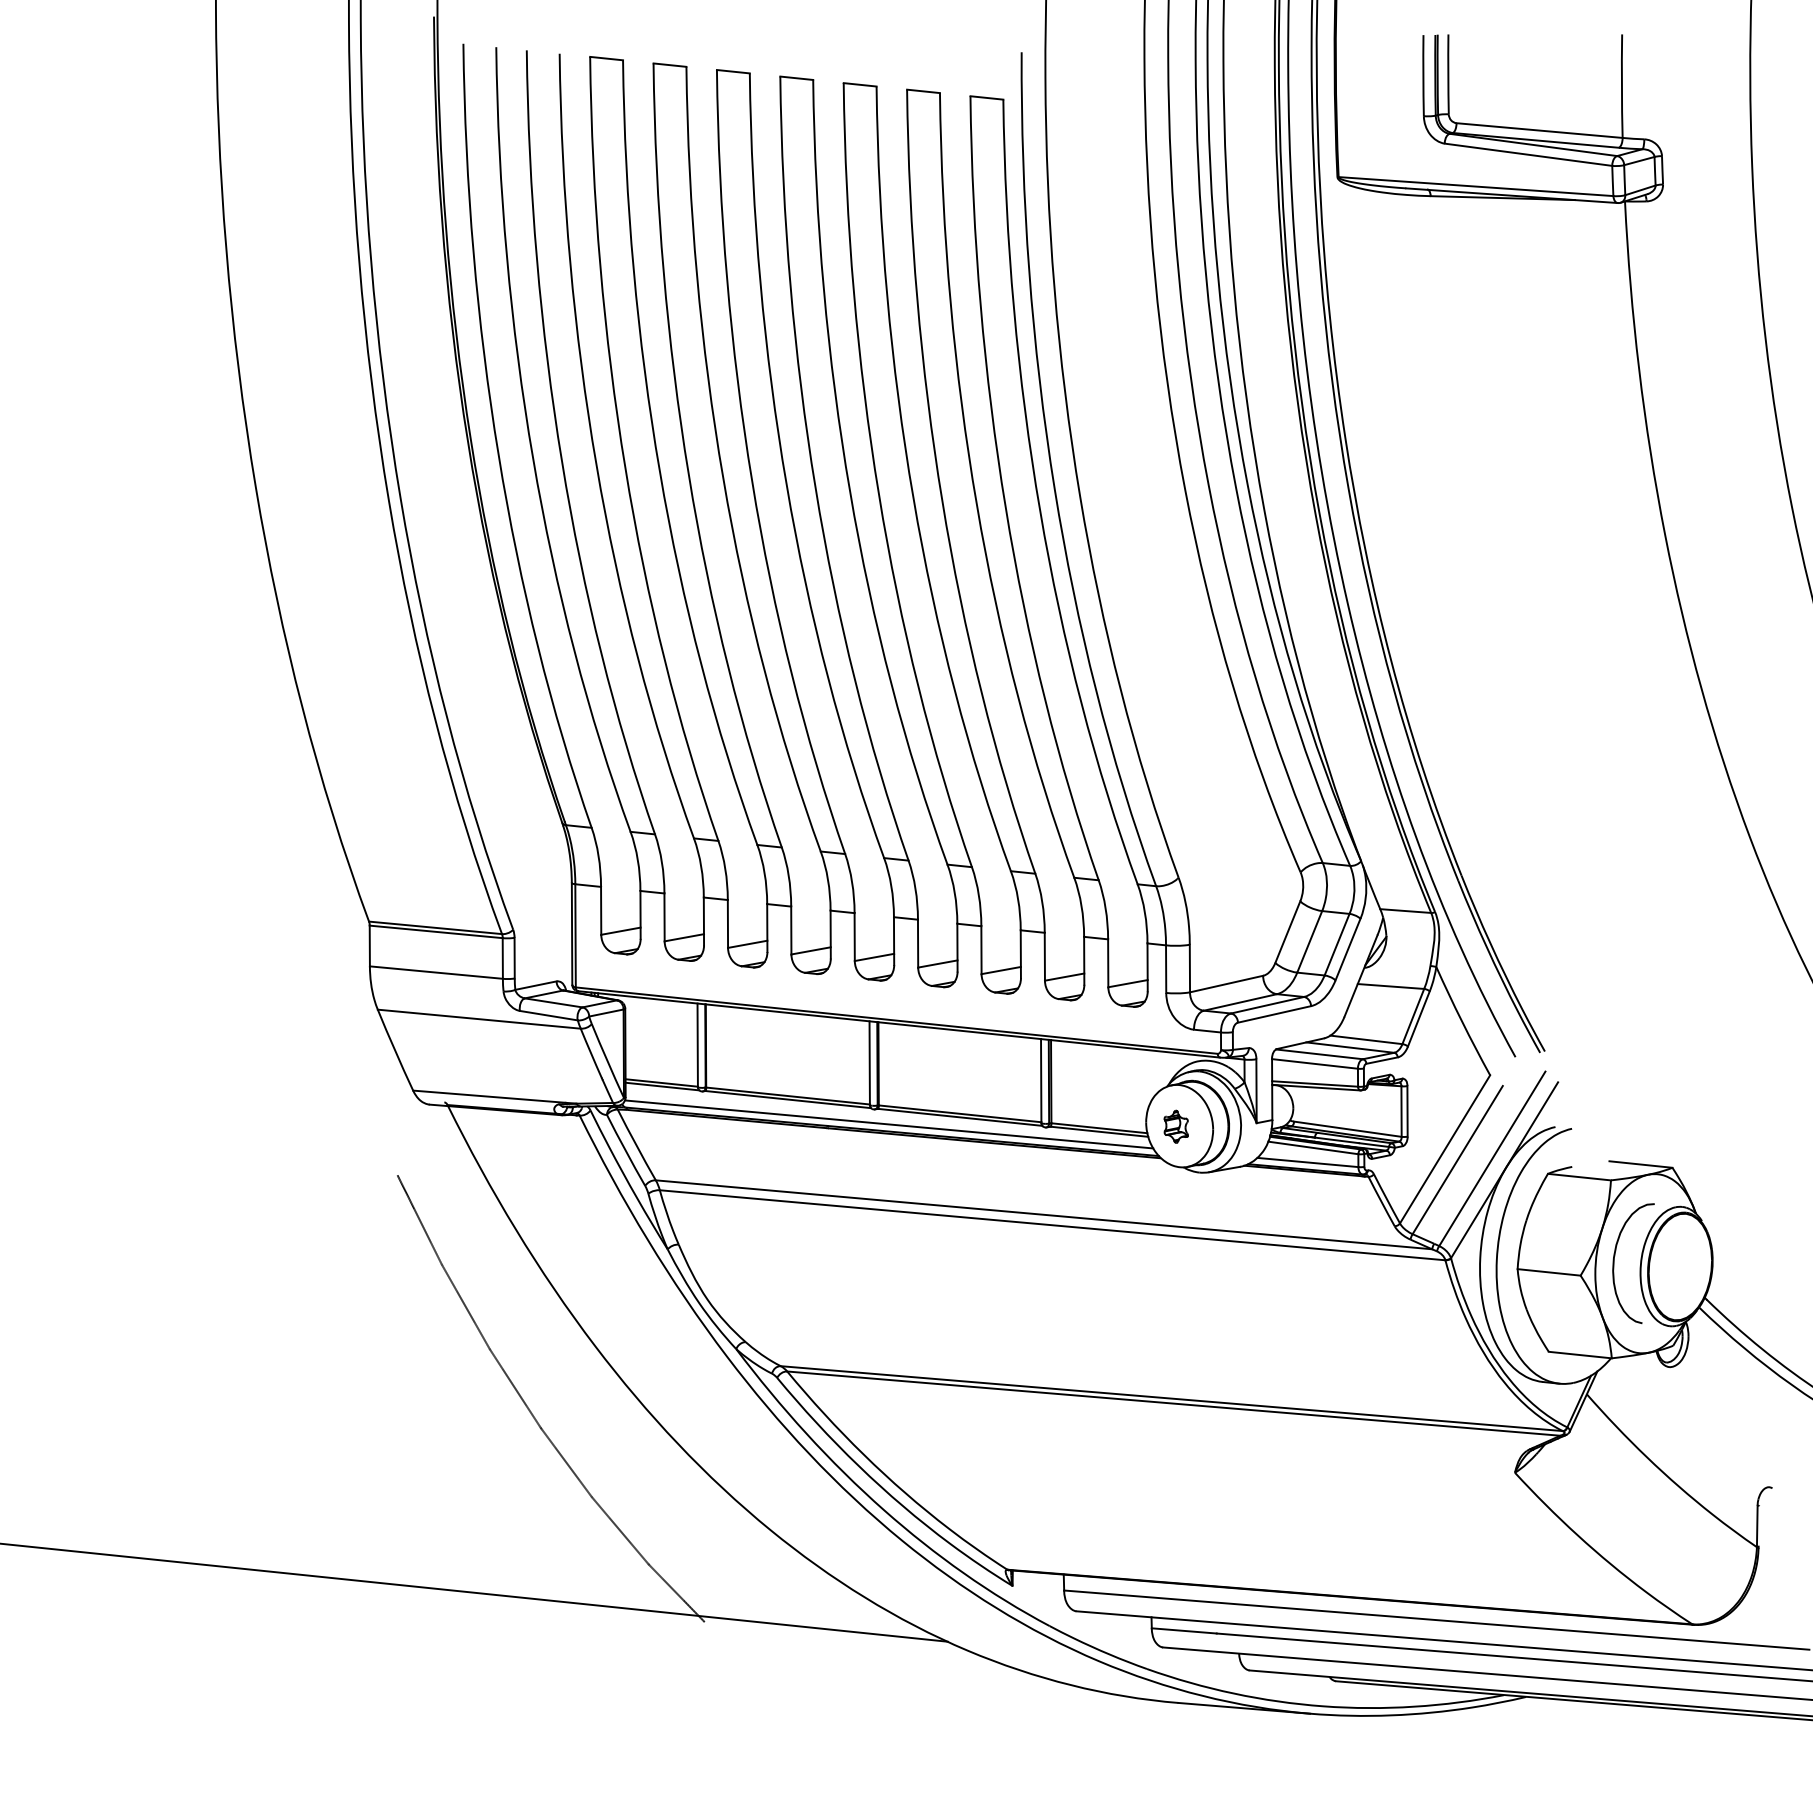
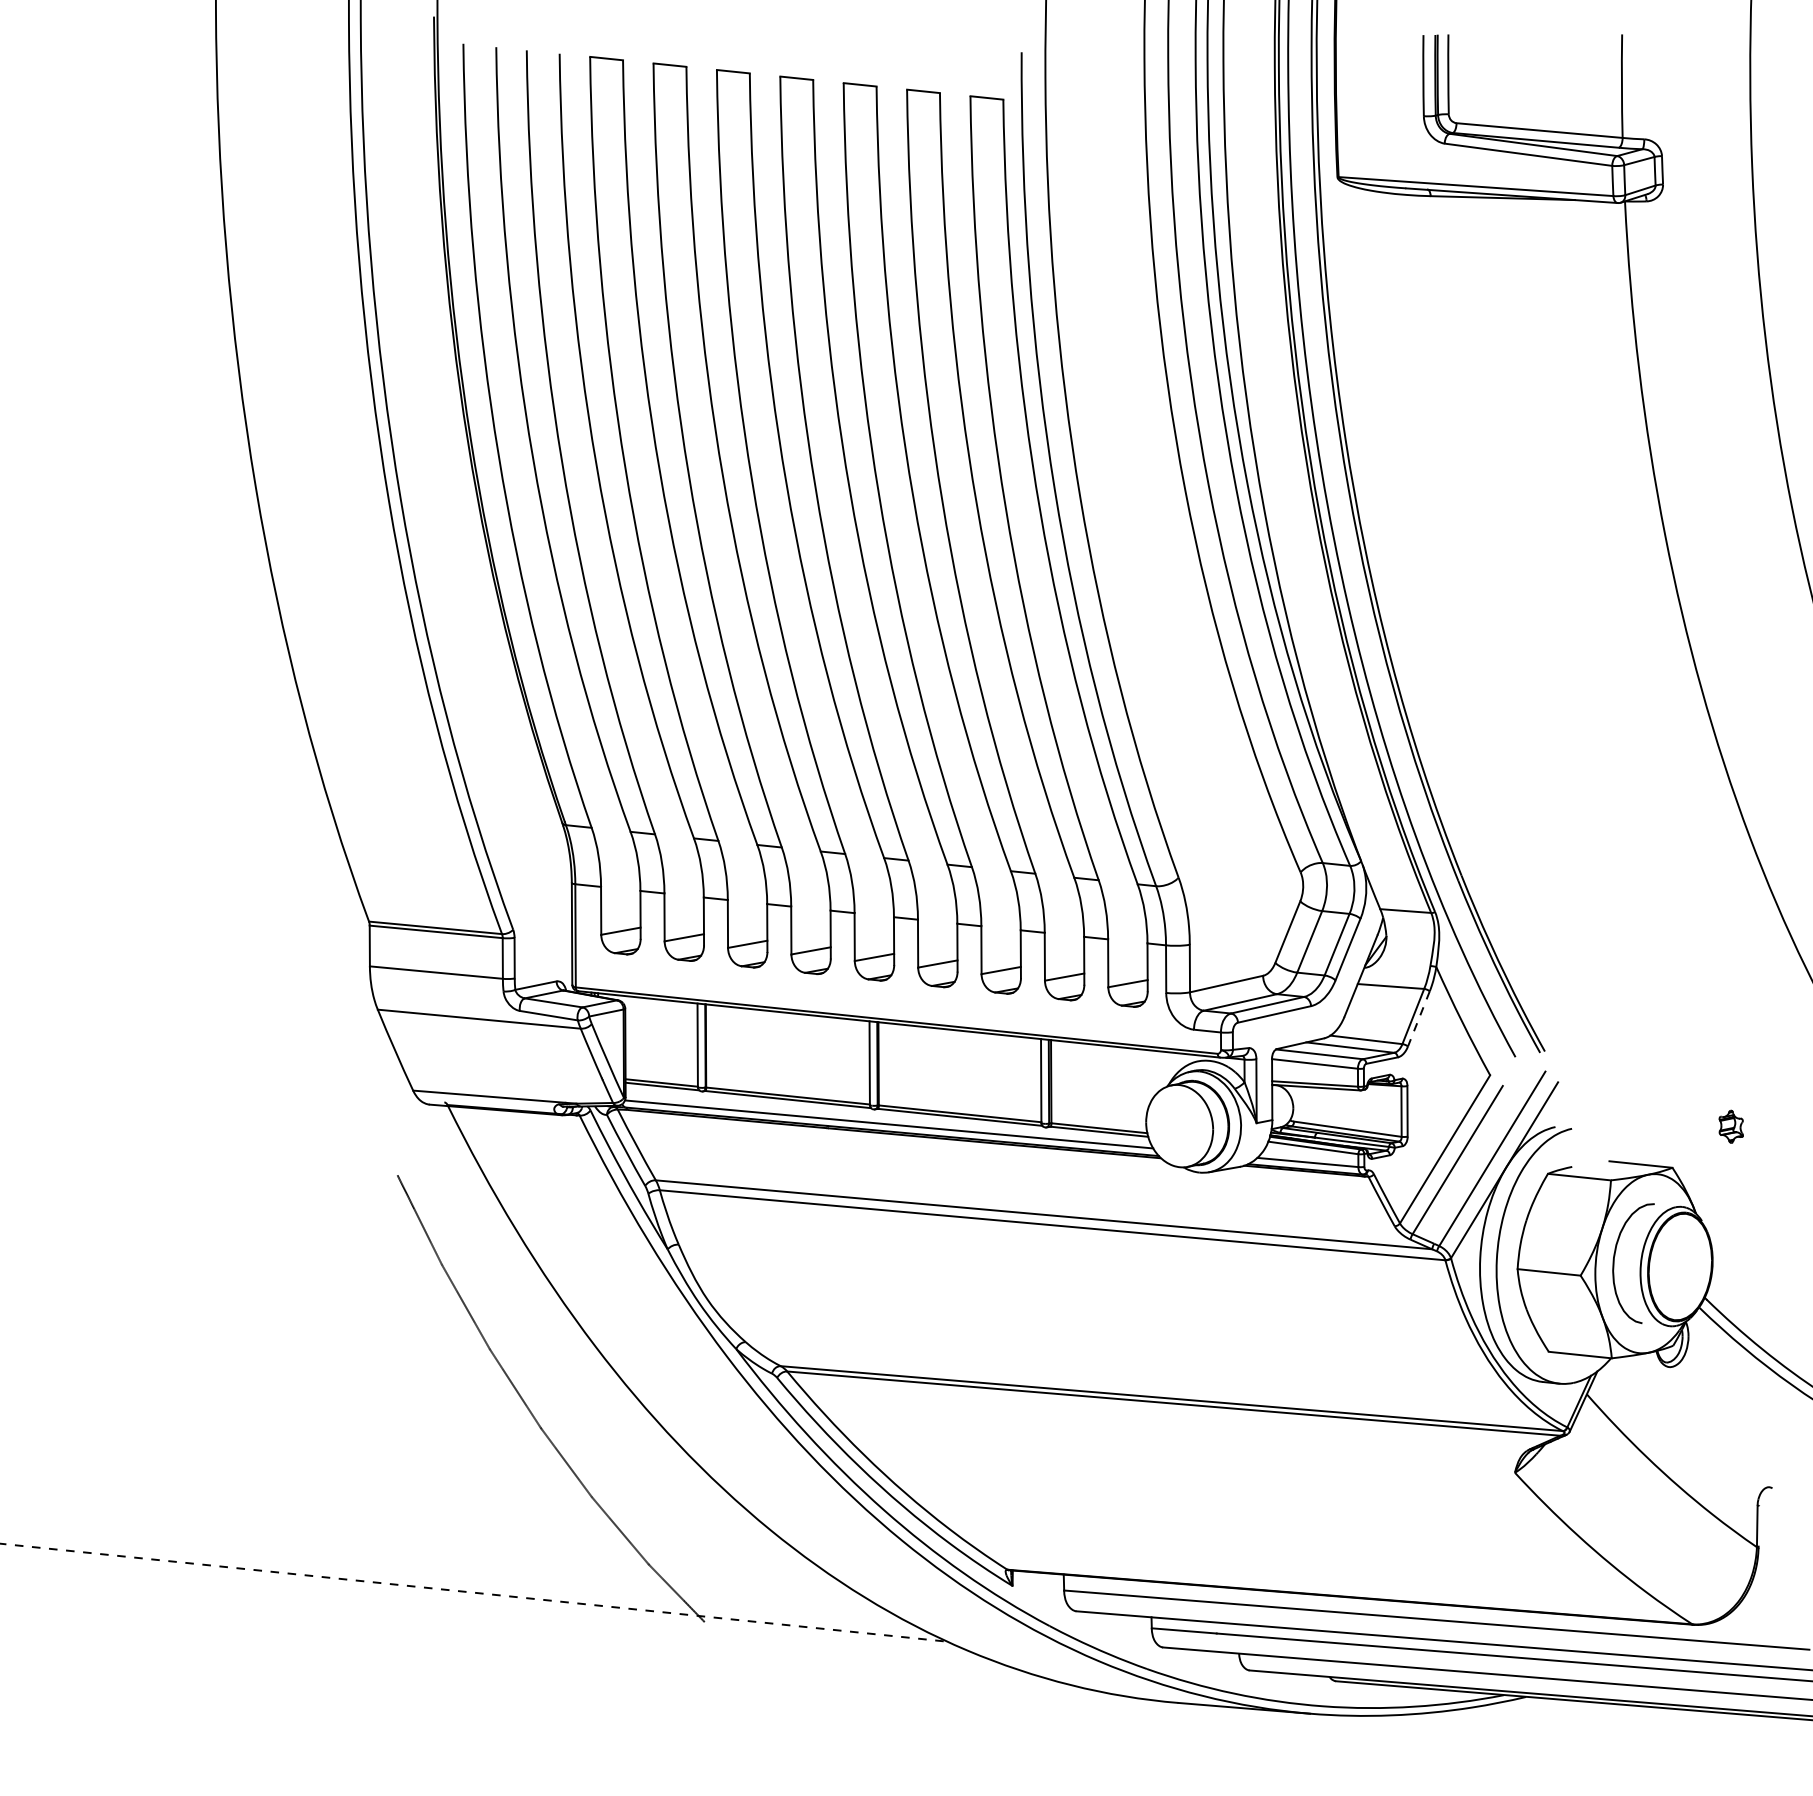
line at (1418, 1018): solid -> dashed
part at (1175, 1126) position: (1175, 1126) -> (1730, 1126)
line at (474, 1592): solid -> dashed
